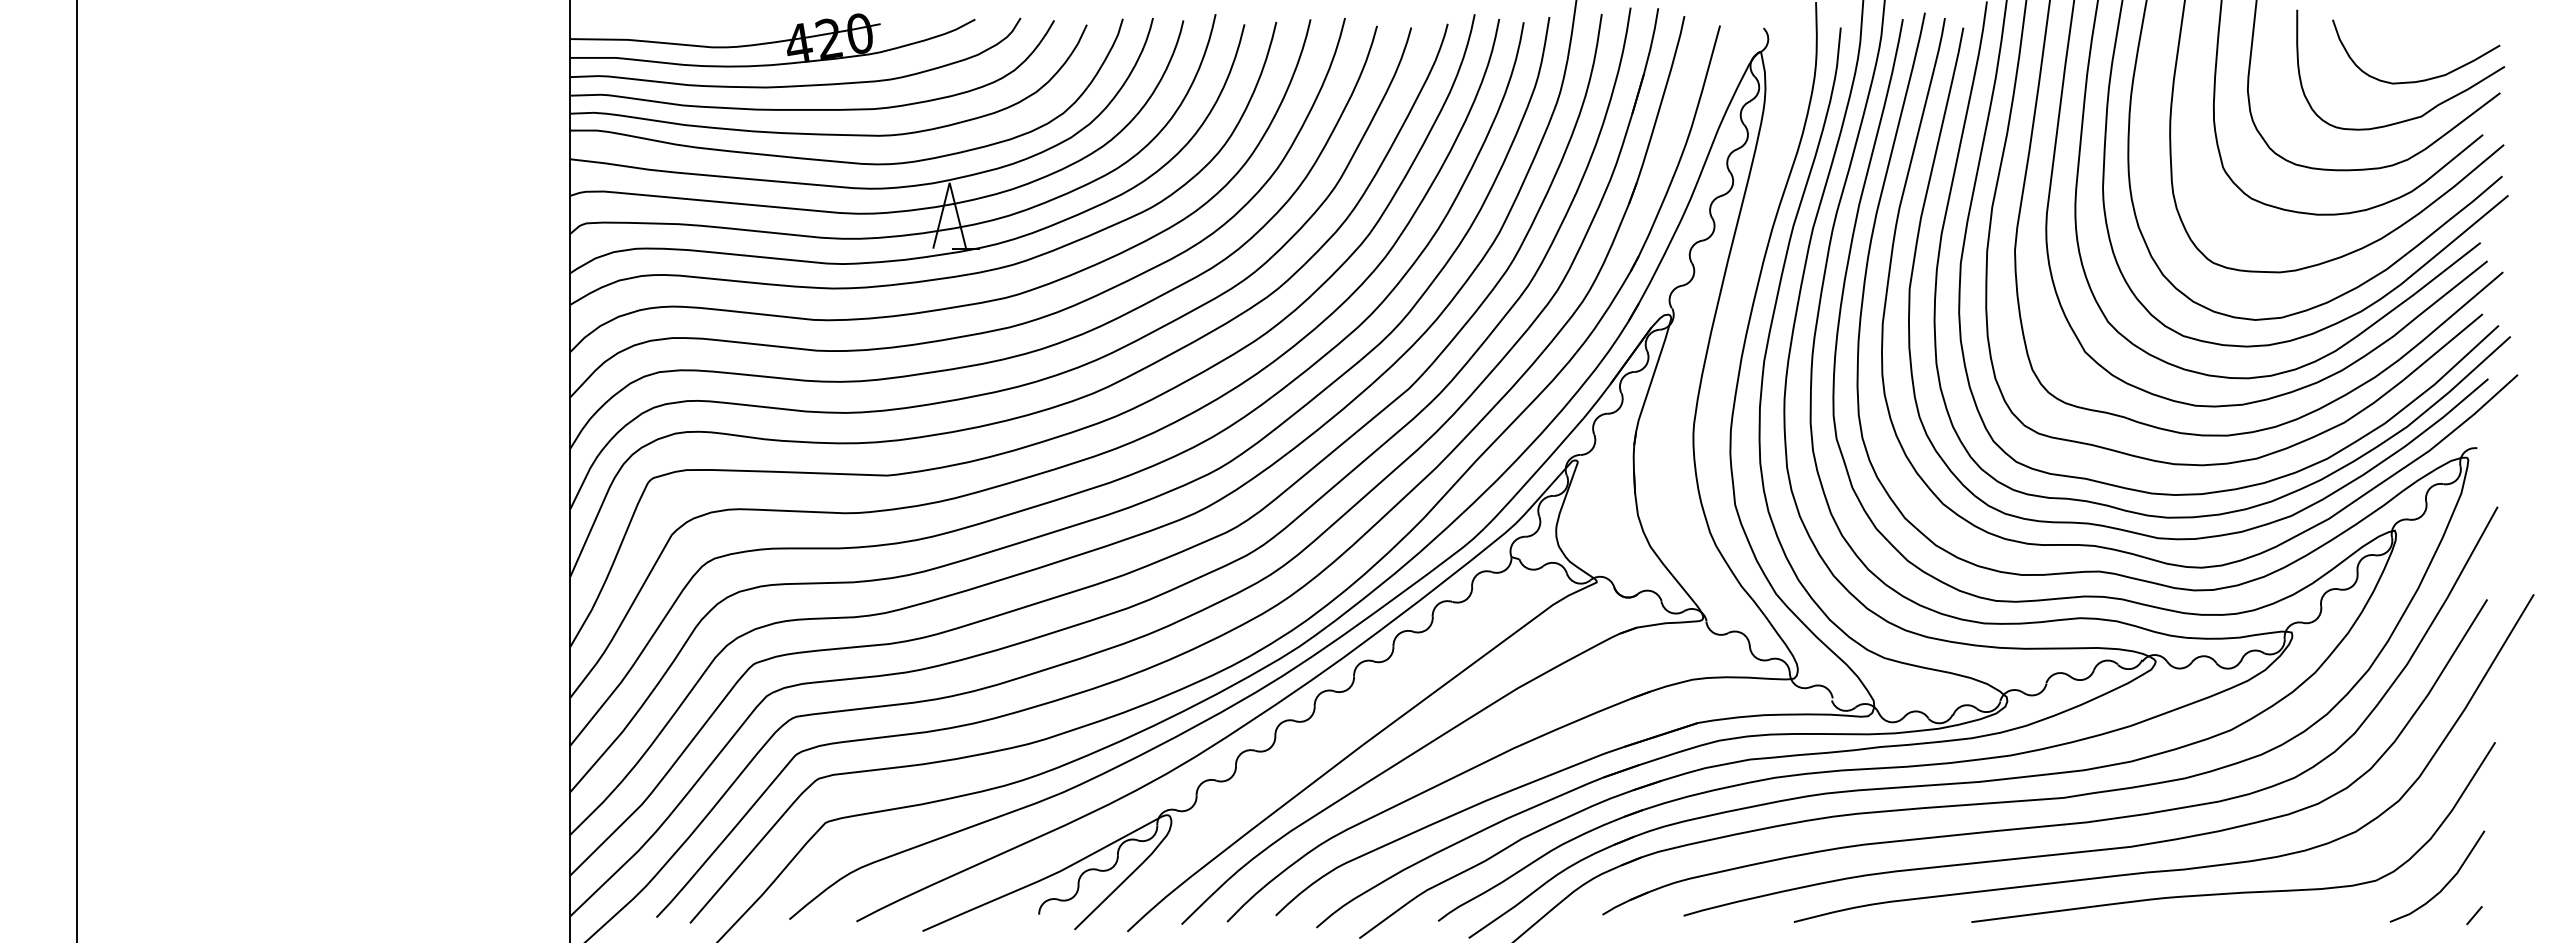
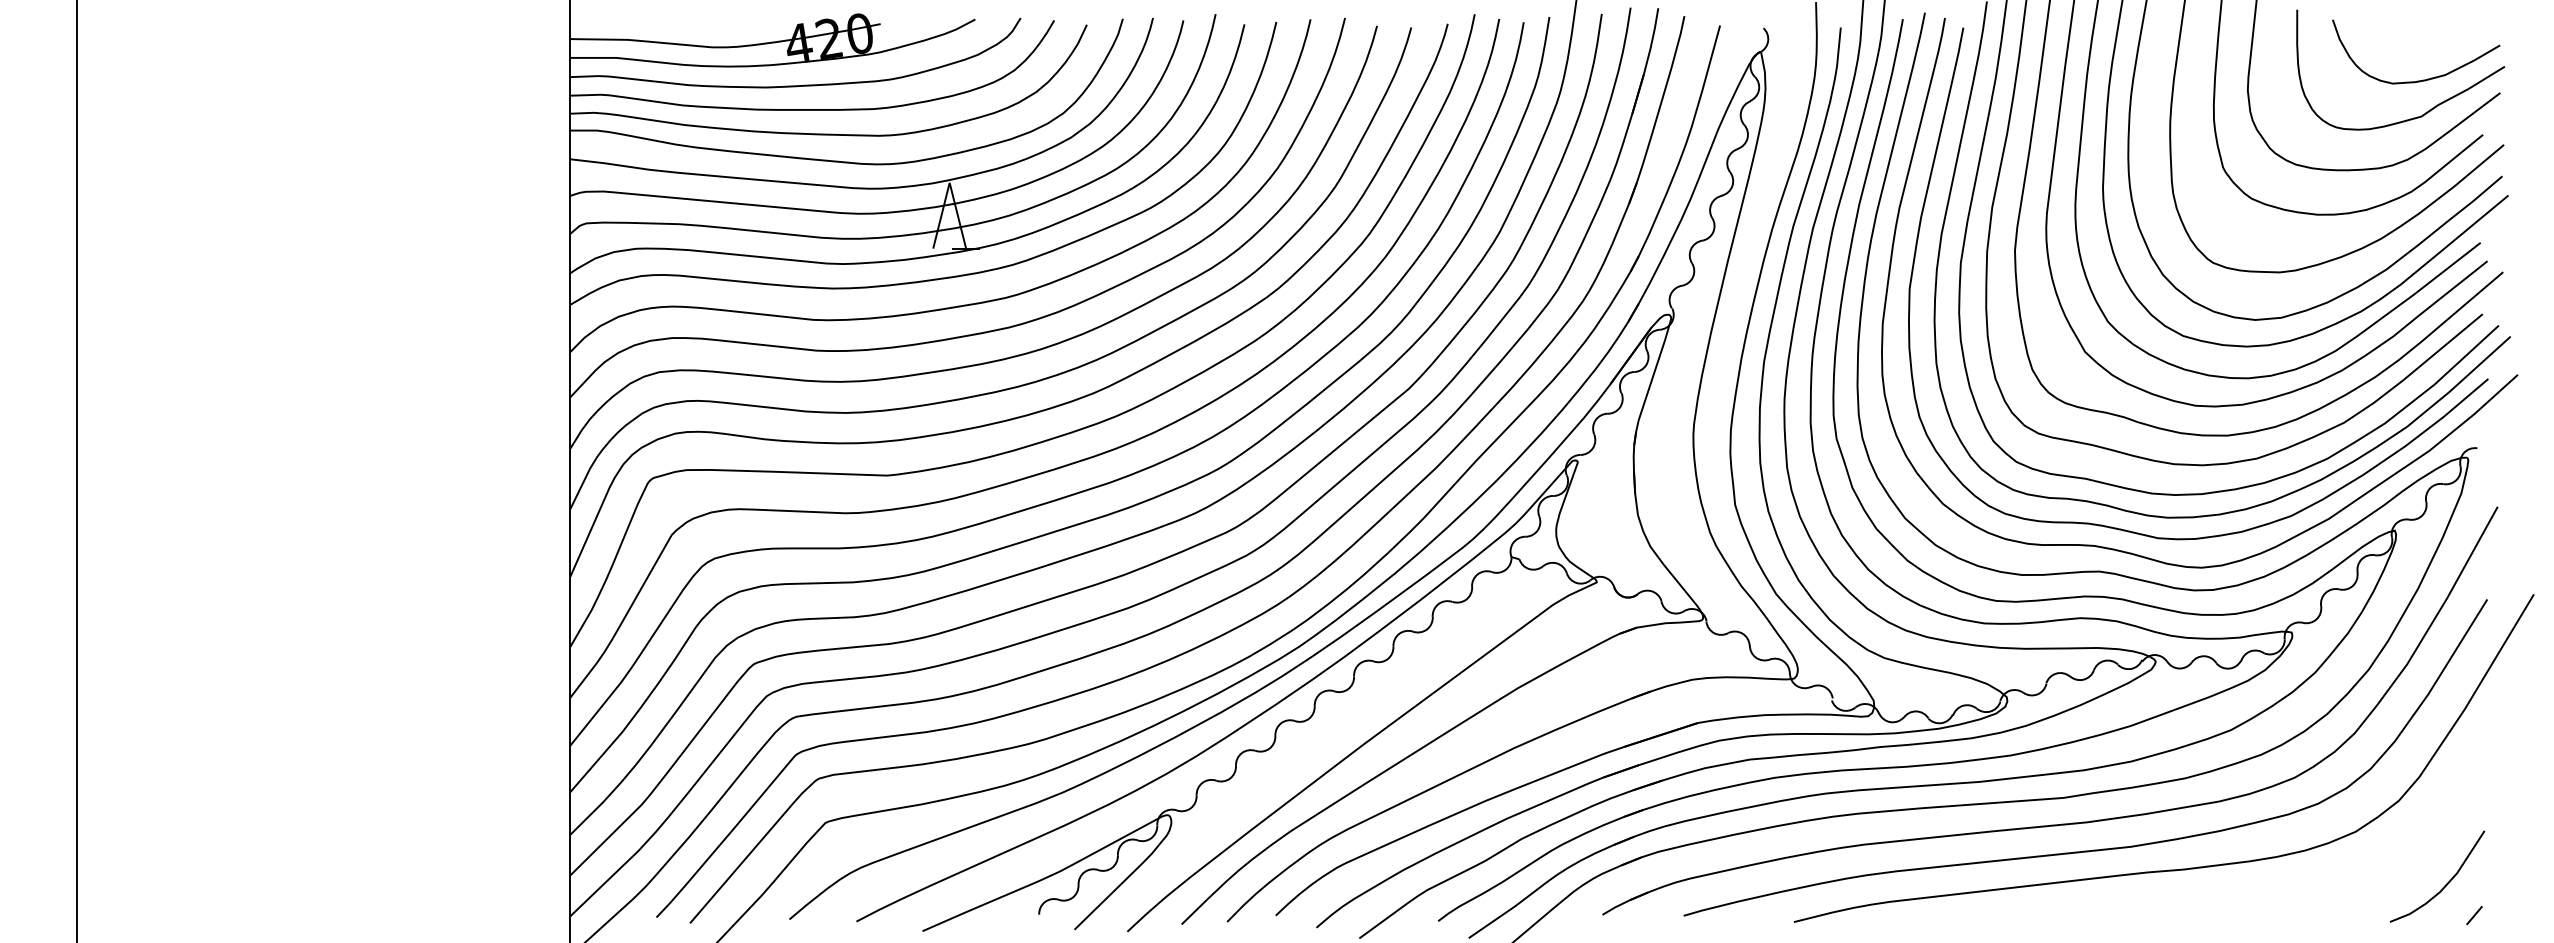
curve at (2241, 891): present -> none
